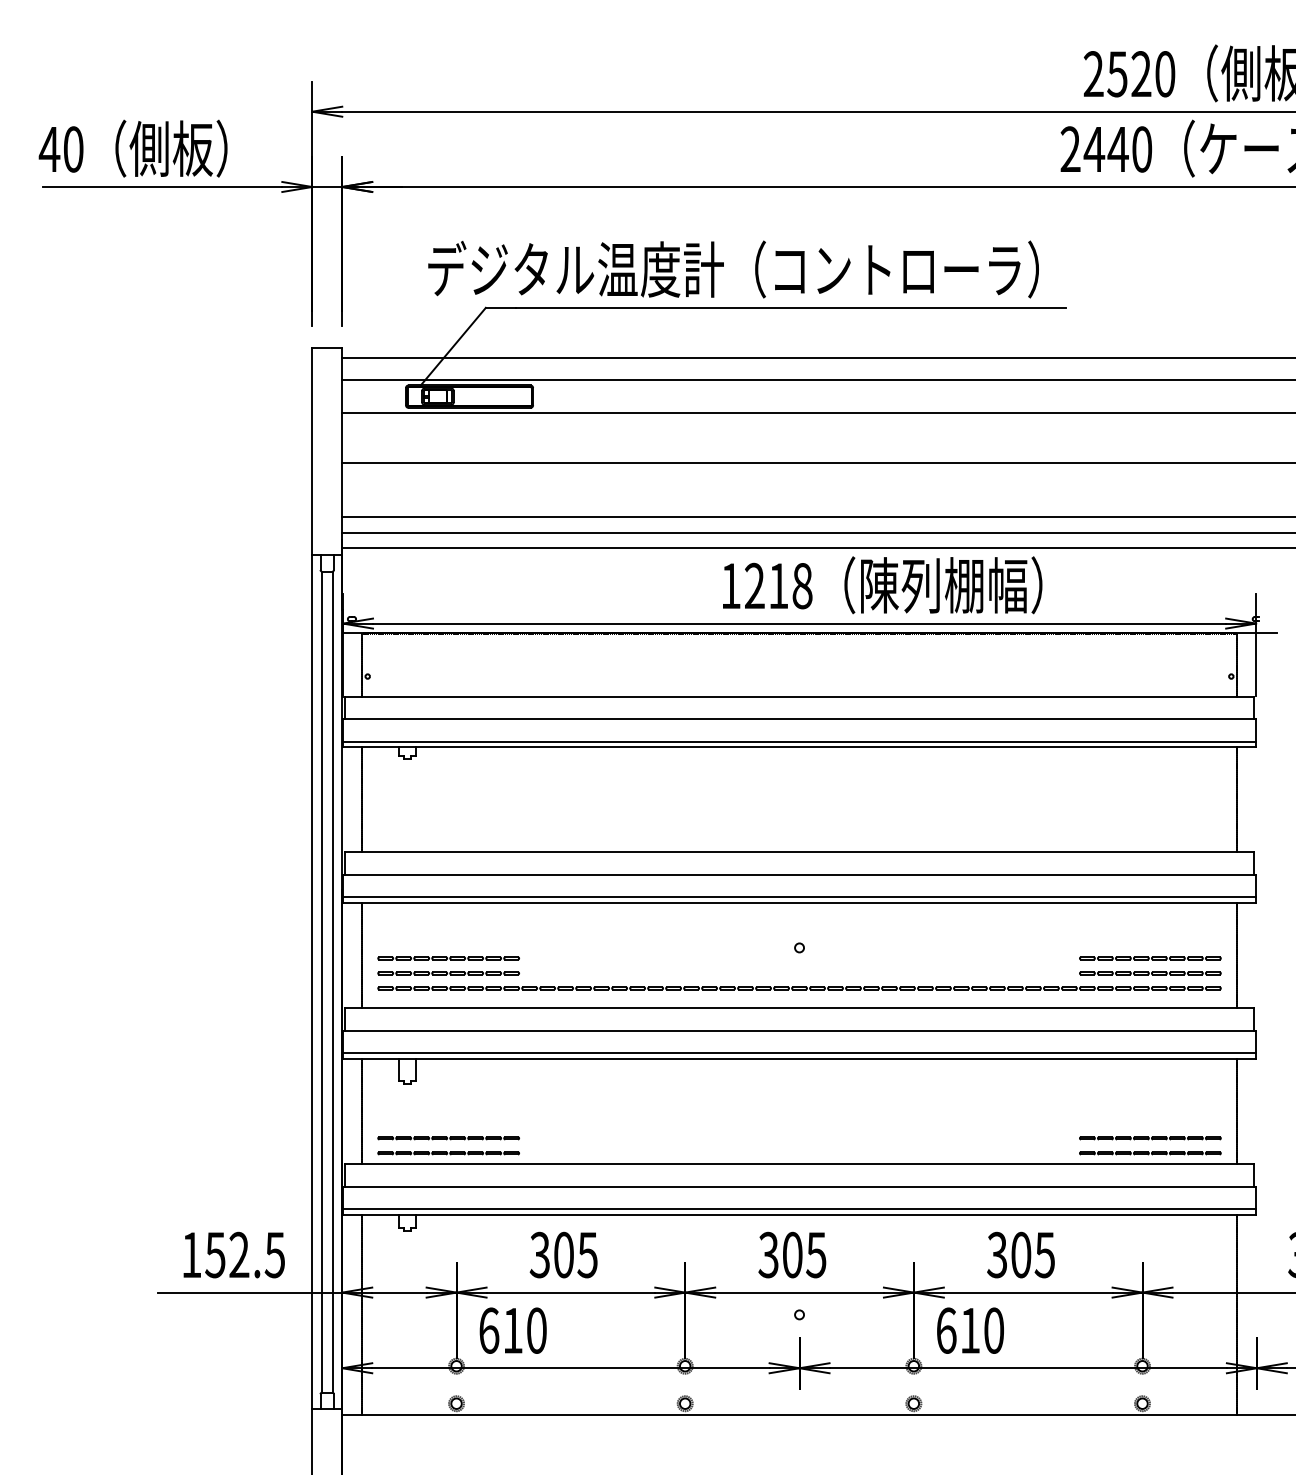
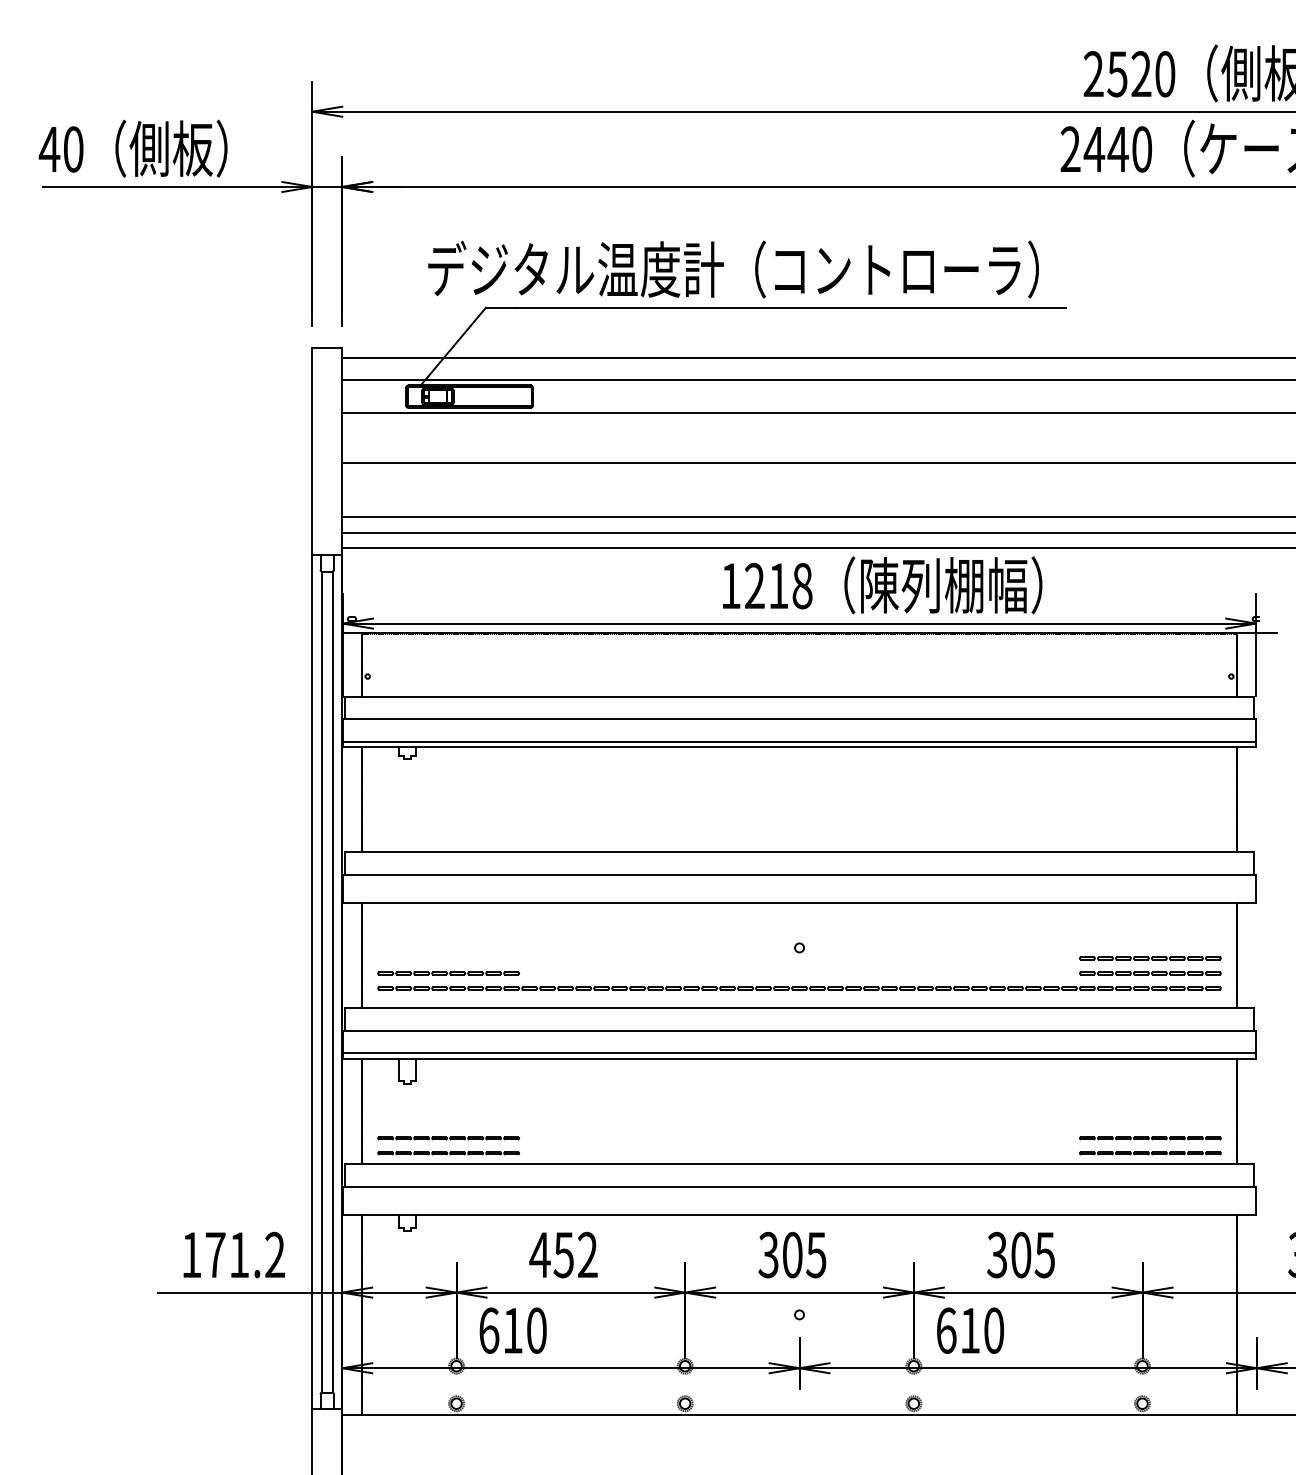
line at (799, 897): present -> none
line at (448, 958): present -> none
line at (799, 1209): present -> none
text at (244, 1254): 152.5 -> 171.2
text at (563, 1254): 305 -> 452
